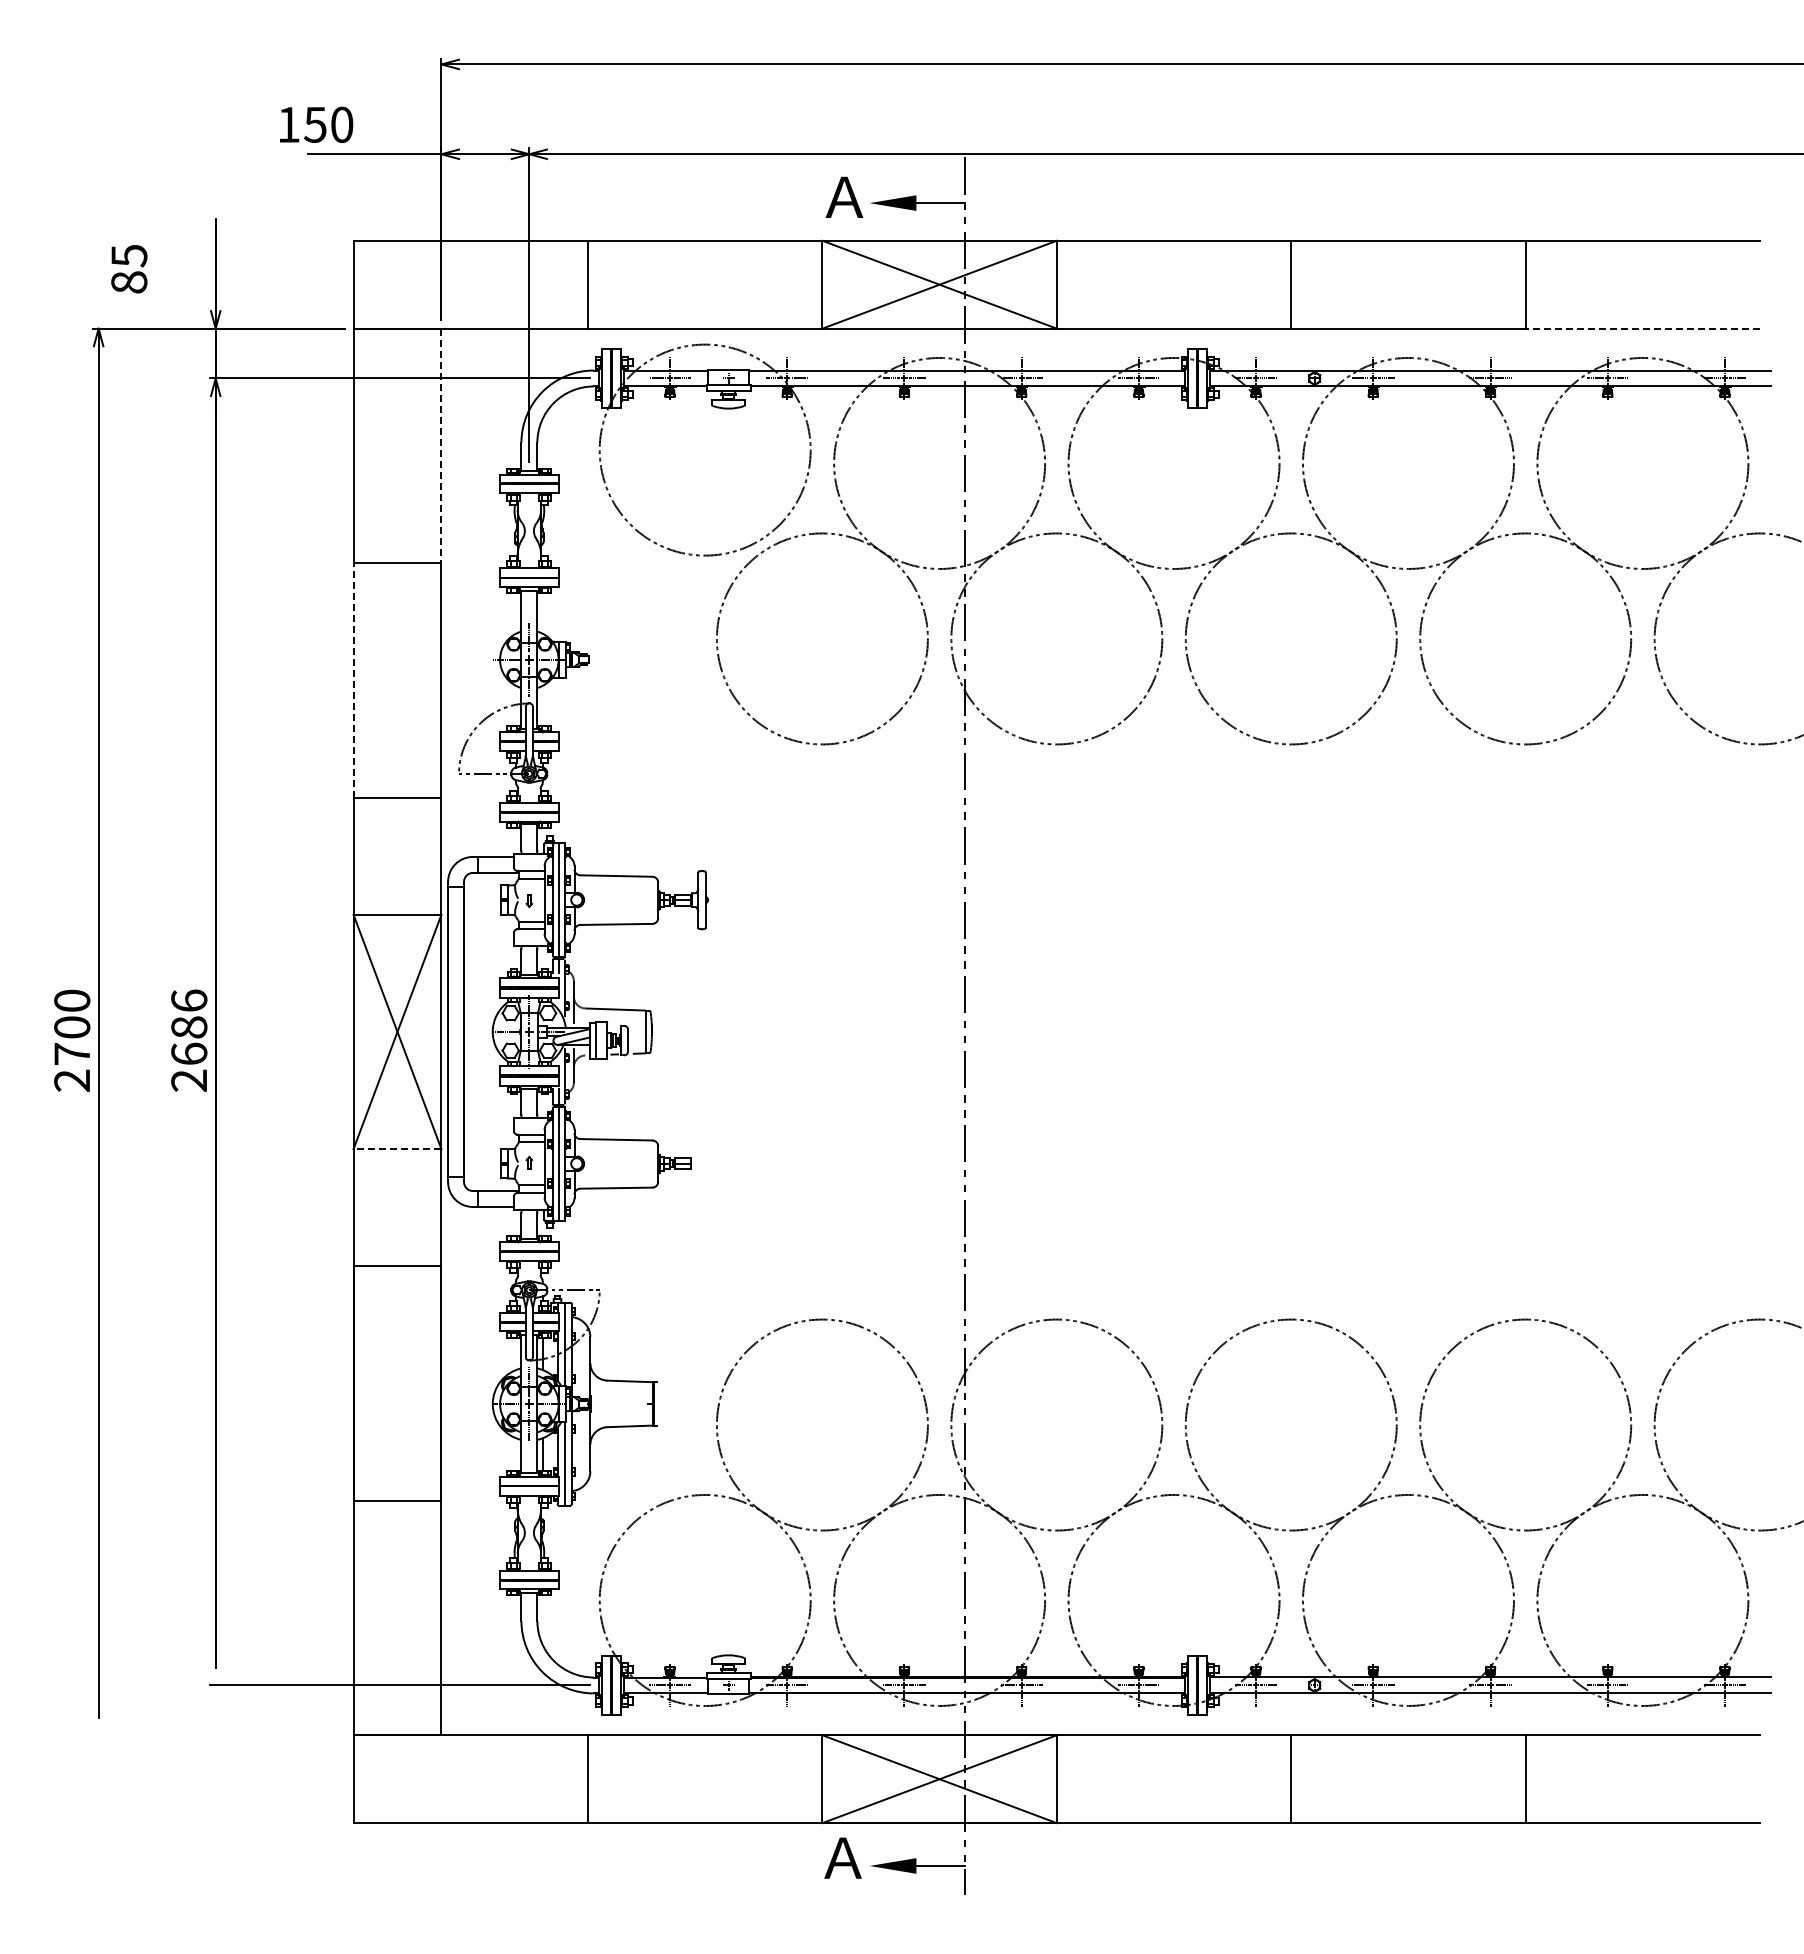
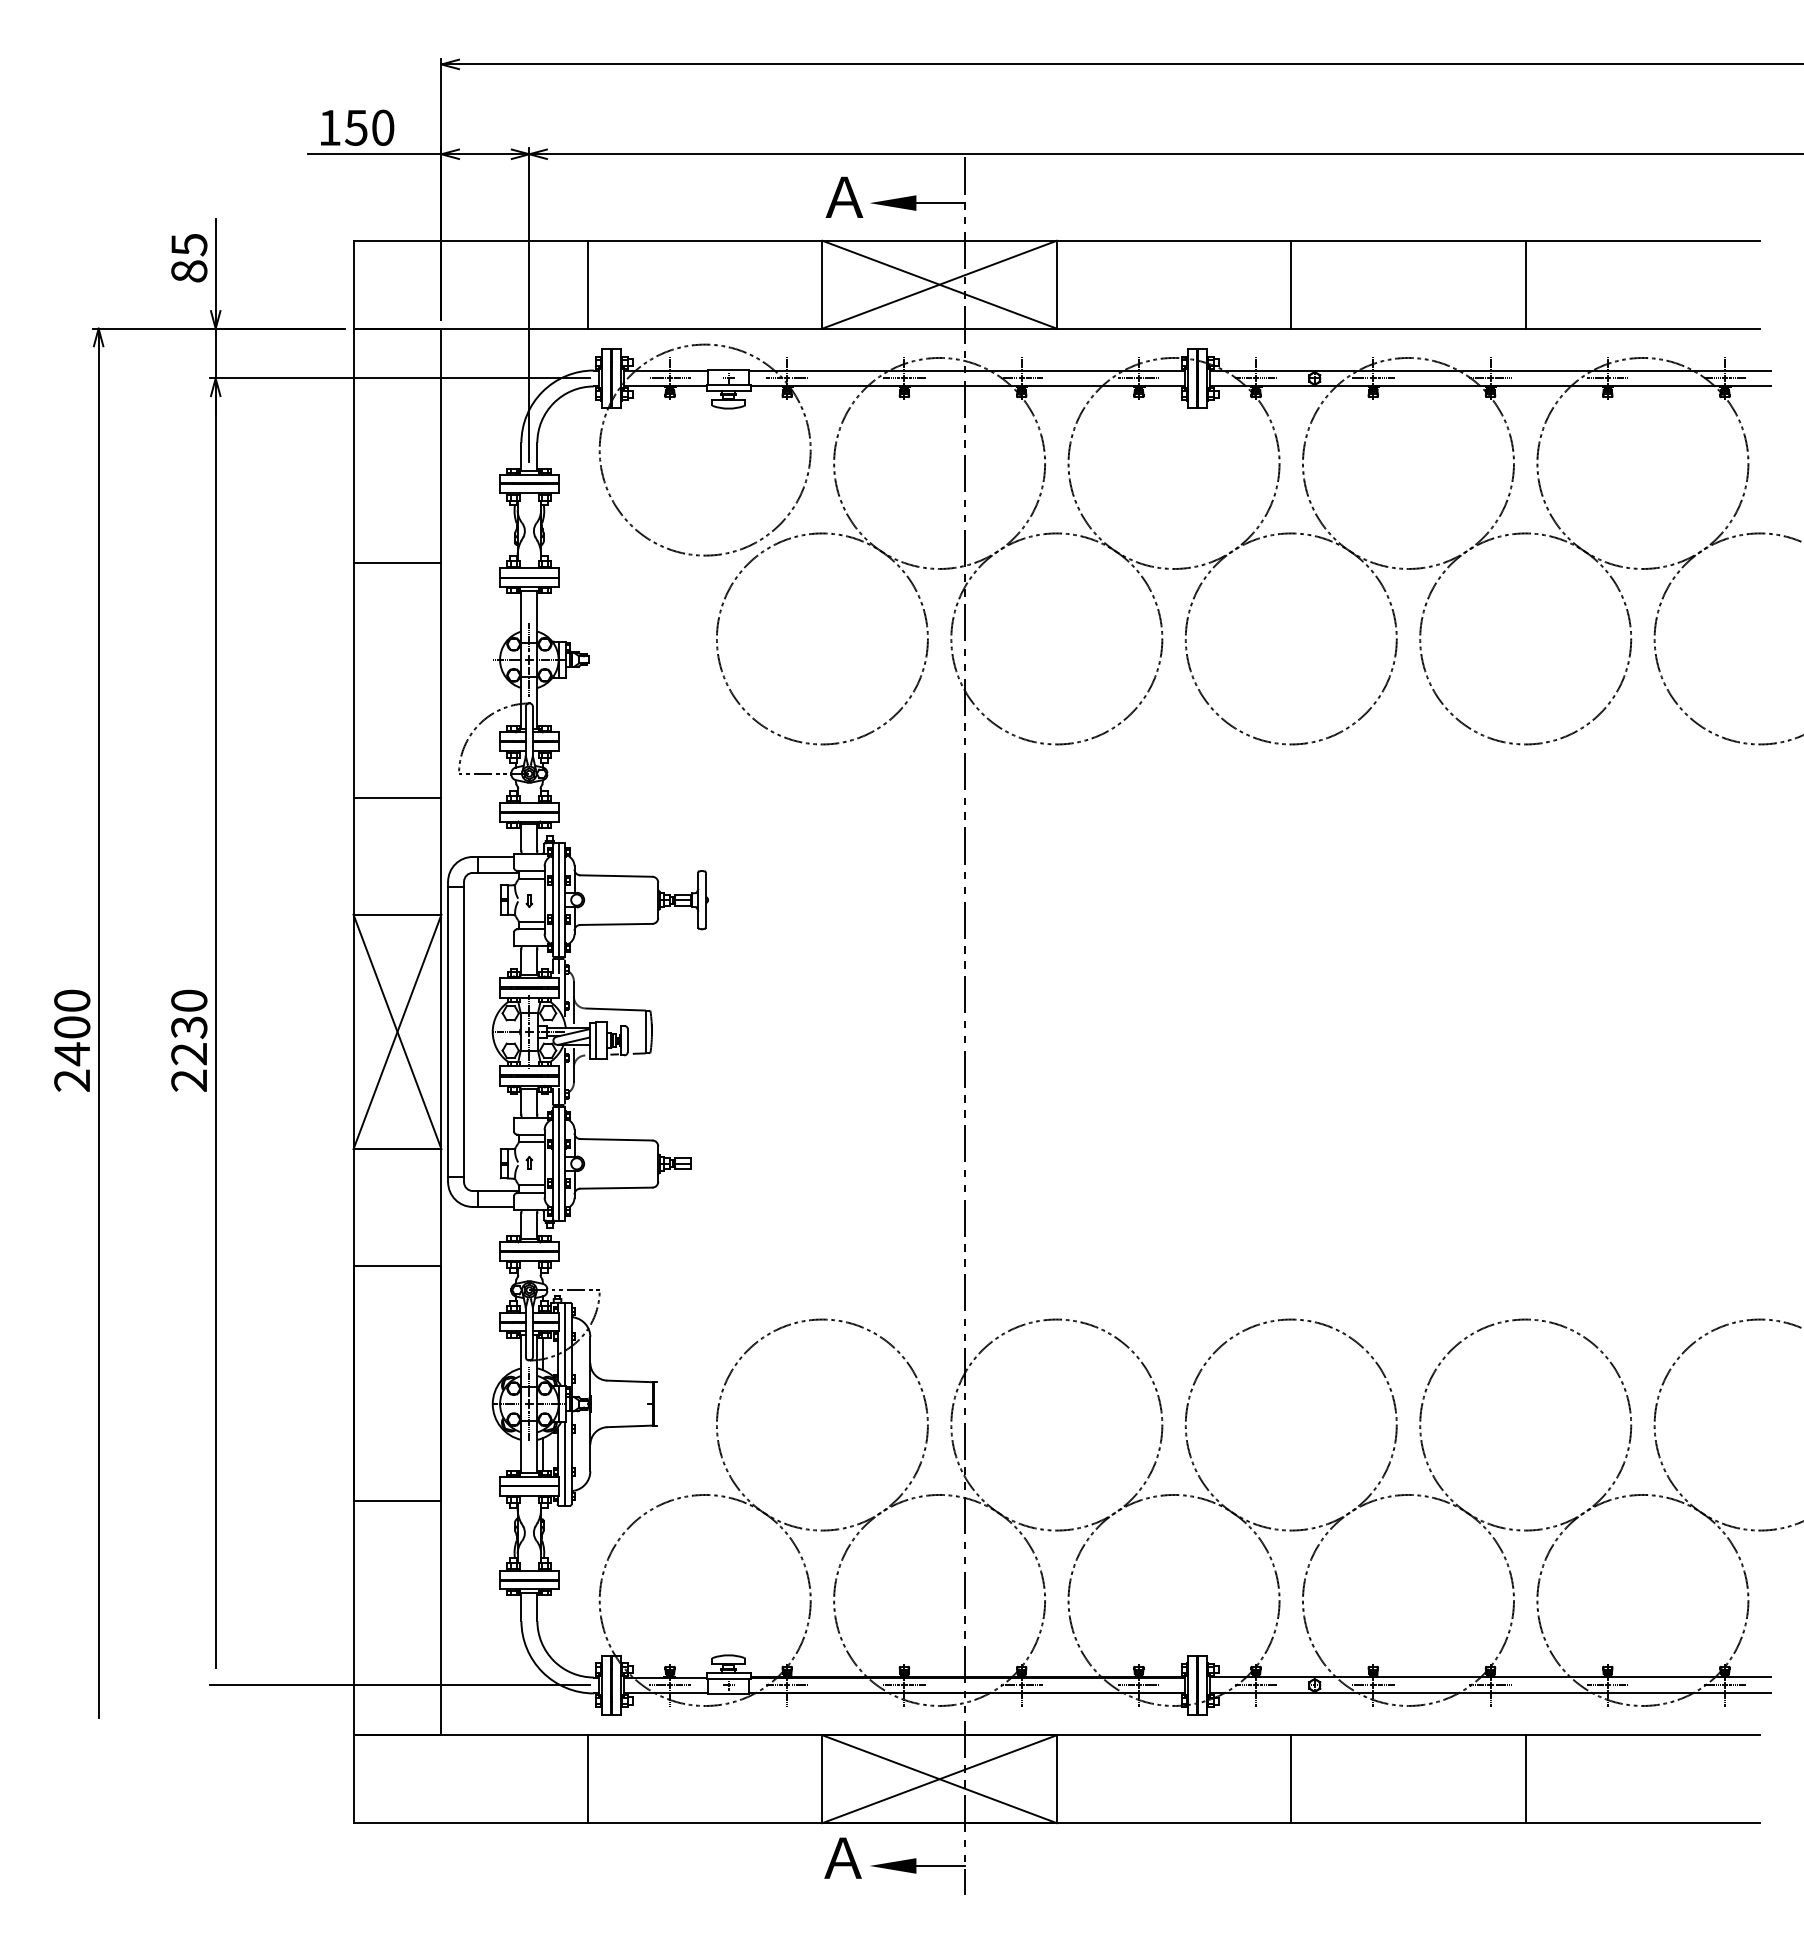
text at (316, 124) position: (316, 124) -> (357, 127)
text at (129, 269) position: (129, 269) -> (189, 258)
line at (1642, 328): dashed -> solid
line at (441, 446): dashed -> solid
line at (353, 679): dashed -> solid
text at (189, 1027): 2686 -> 2230
text at (71, 1054): 2700 -> 2400
line at (397, 1149): dashed -> solid
